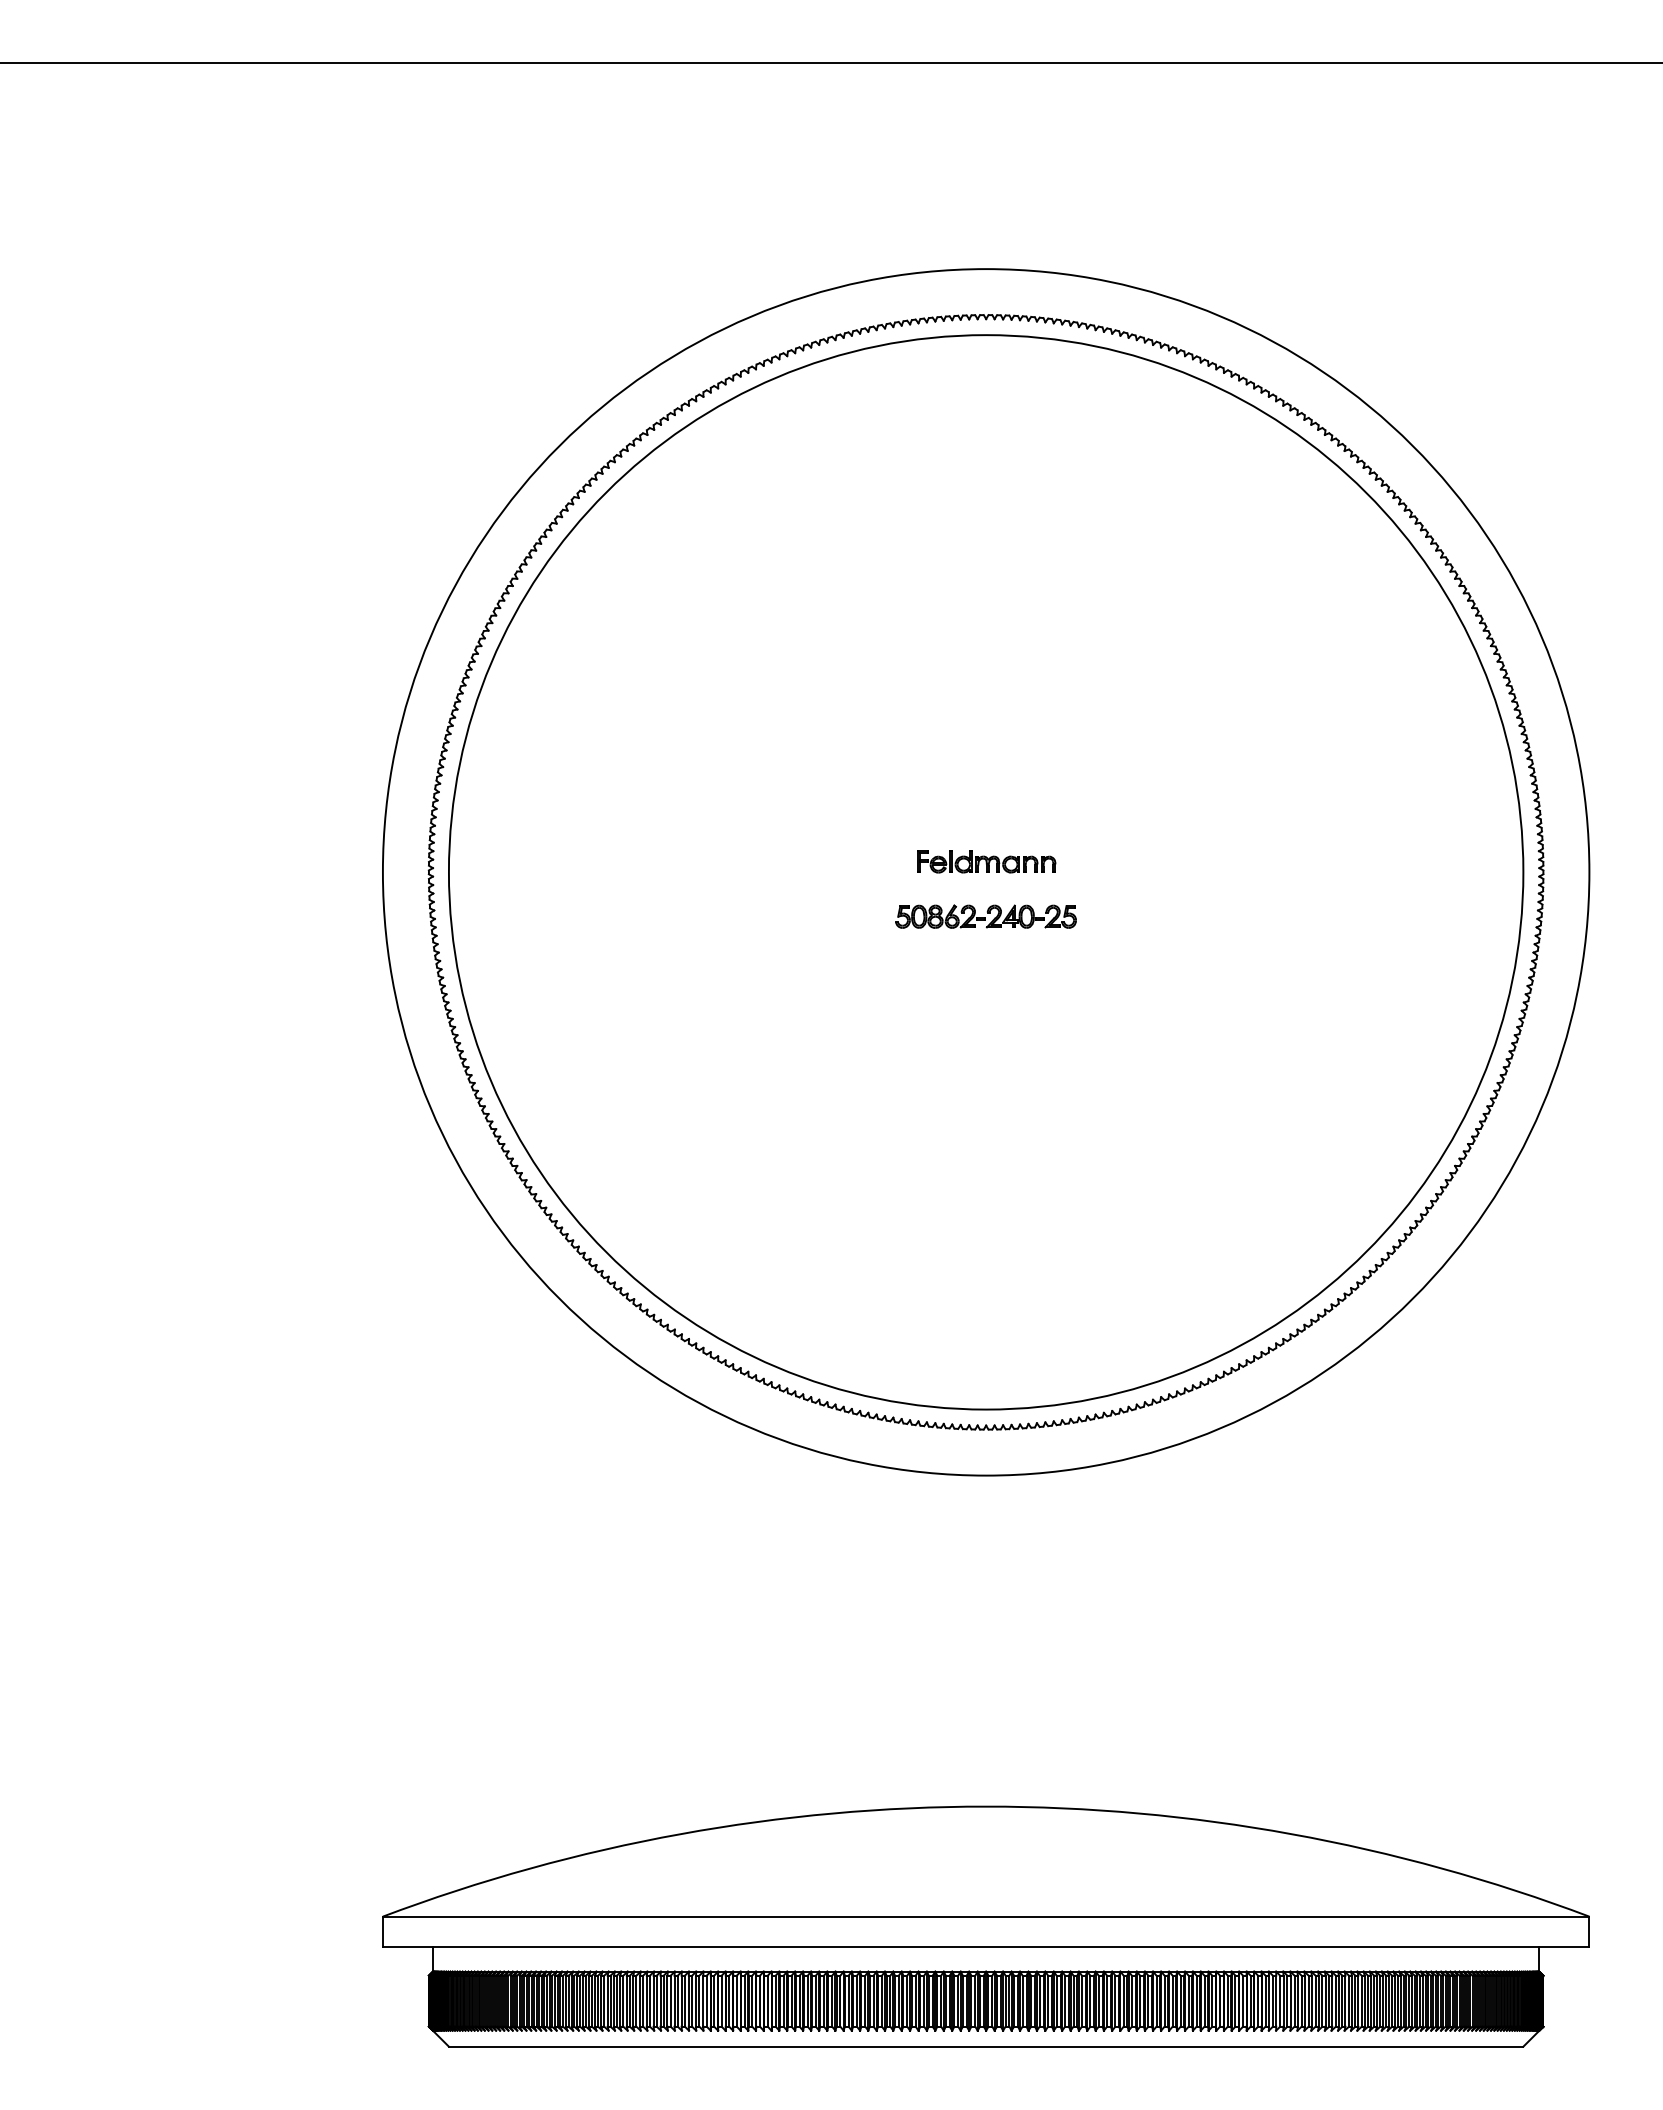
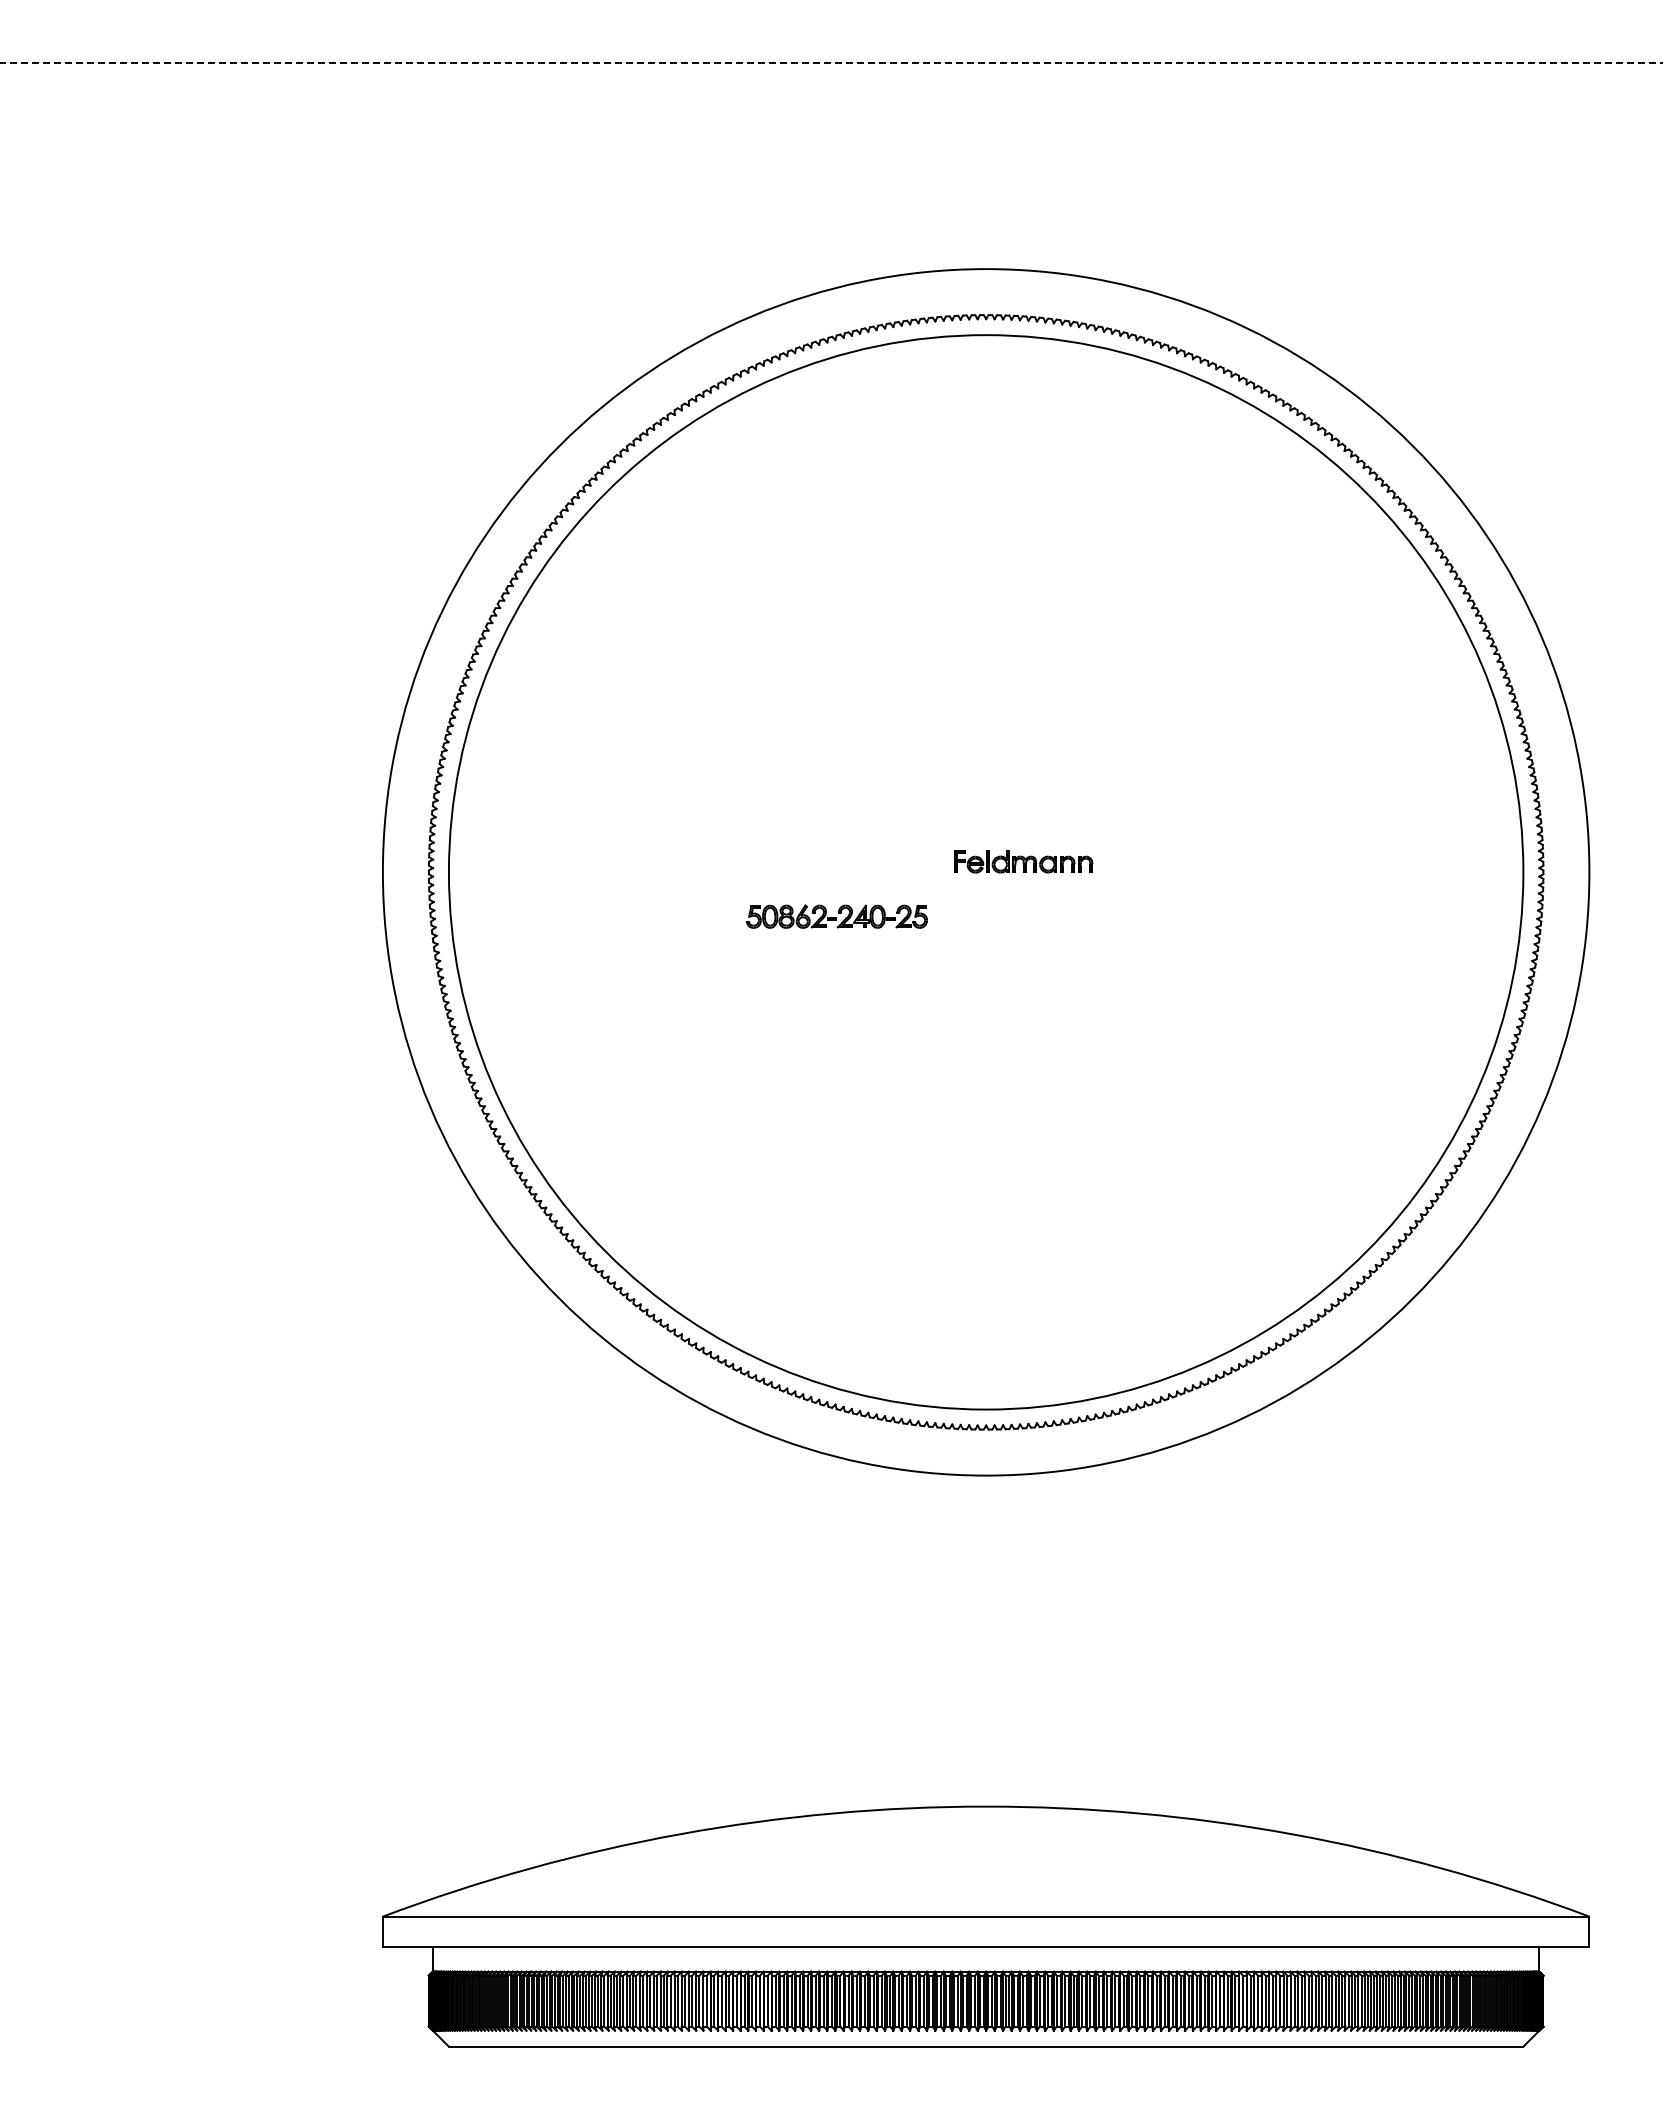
line at (830, 63): solid -> dashed
part at (986, 861) position: (986, 861) -> (1023, 861)
part at (985, 916) position: (985, 916) -> (836, 916)
